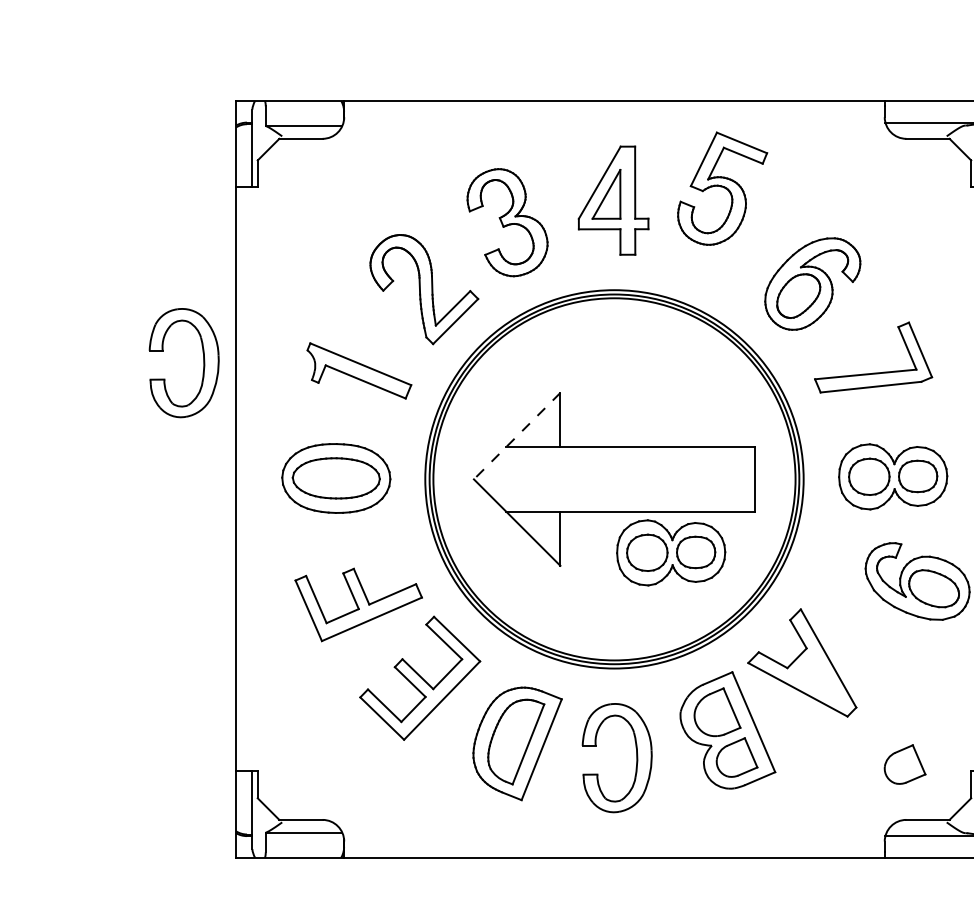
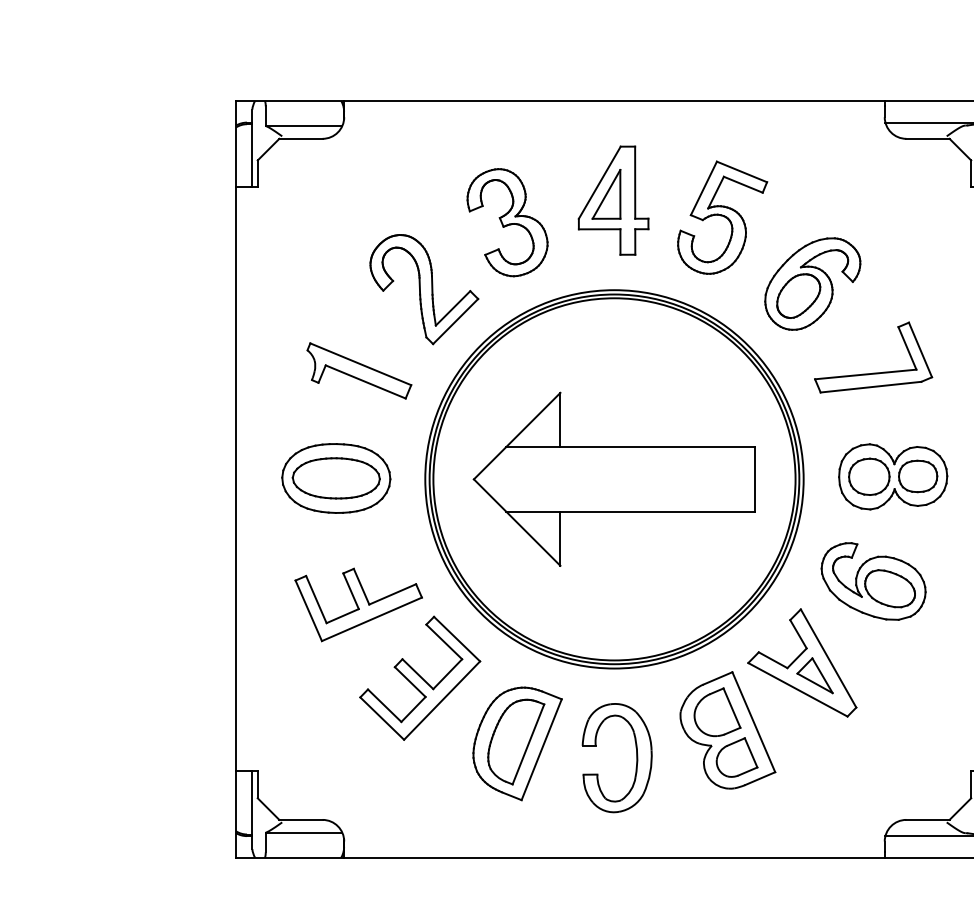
part at (722, 188) position: (722, 188) -> (722, 217)
part at (203, 363): present -> none
line at (516, 436): dashed -> solid
part at (671, 552): present -> none
part at (917, 581) position: (917, 581) -> (873, 581)
part at (814, 675): none -> present
part at (904, 764): present -> none
